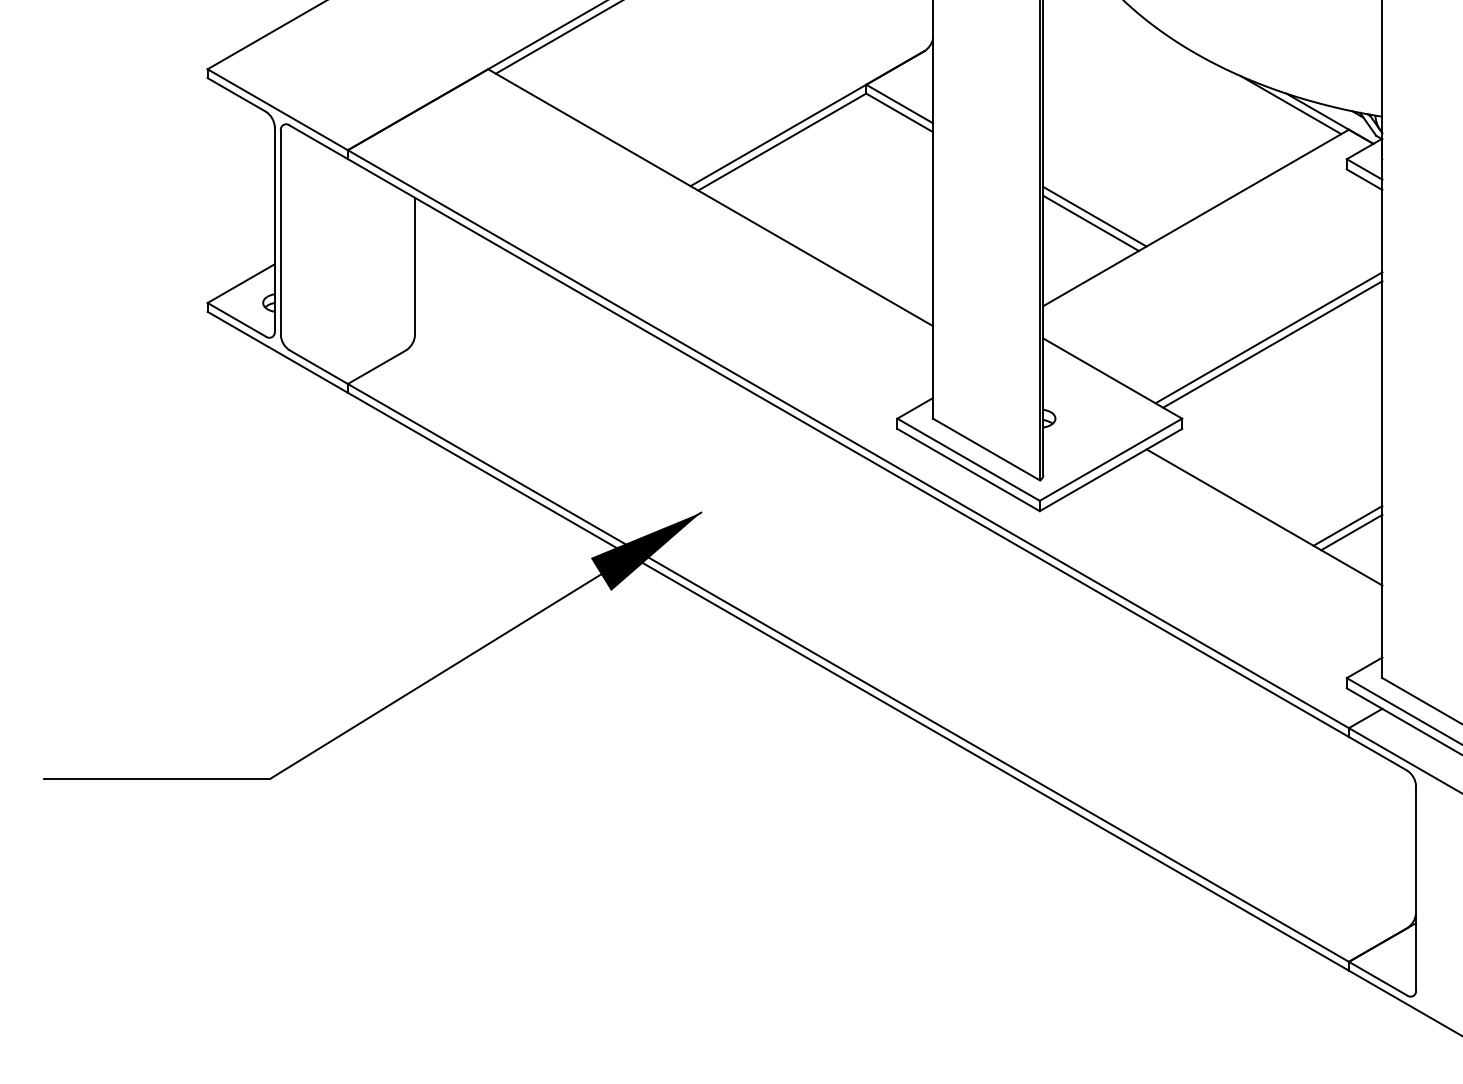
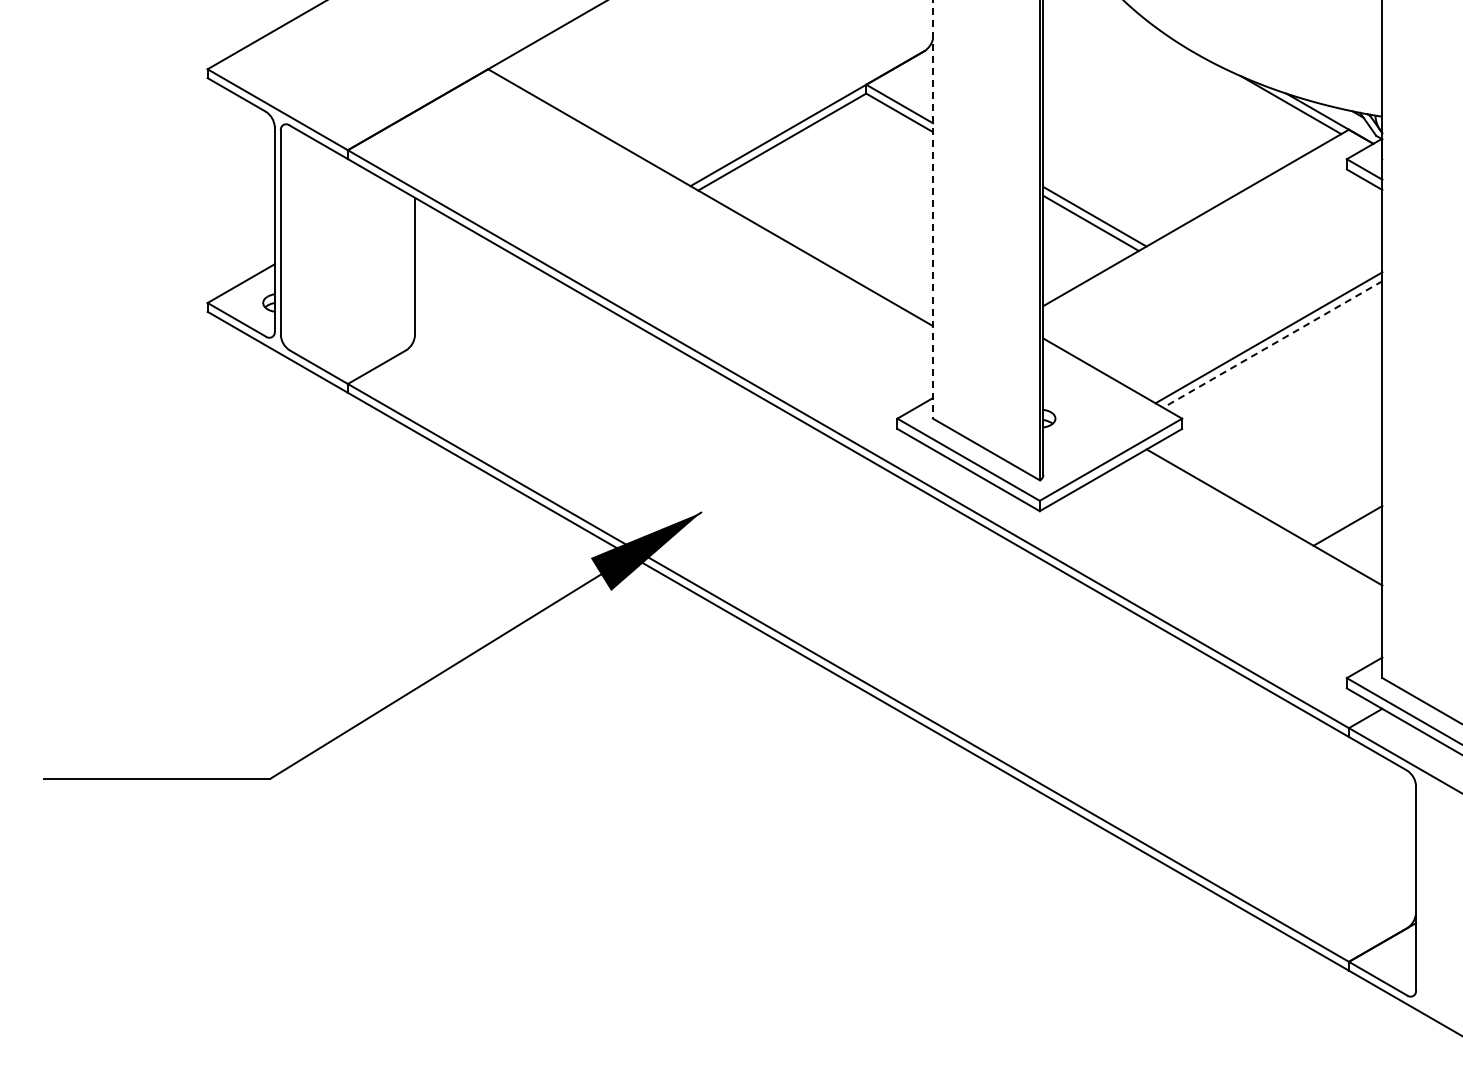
line at (557, 37): present -> none
line at (933, 209): solid -> dashed
line at (1272, 344): solid -> dashed
line at (1351, 532): present -> none
